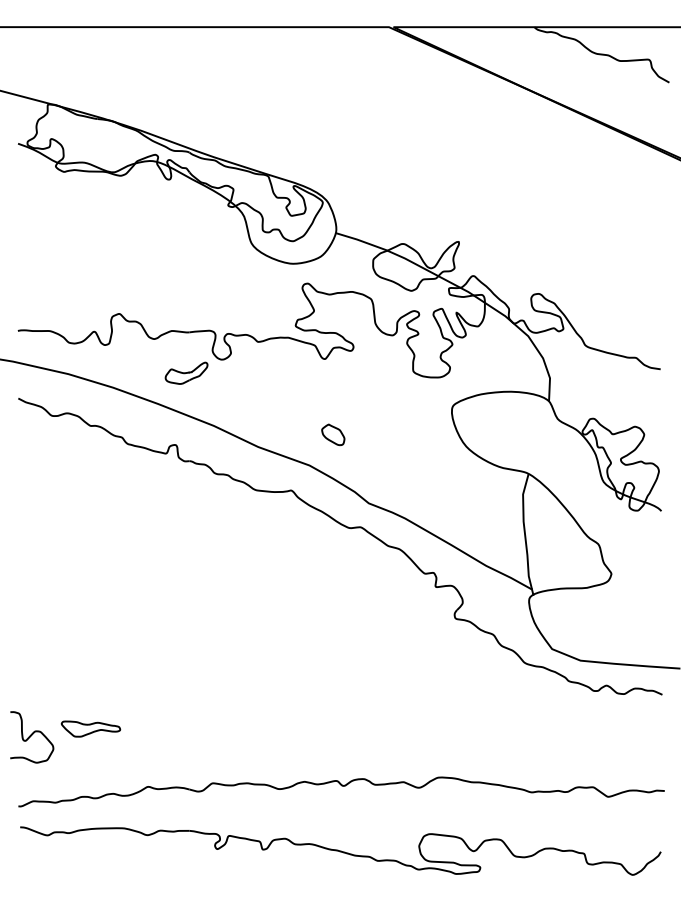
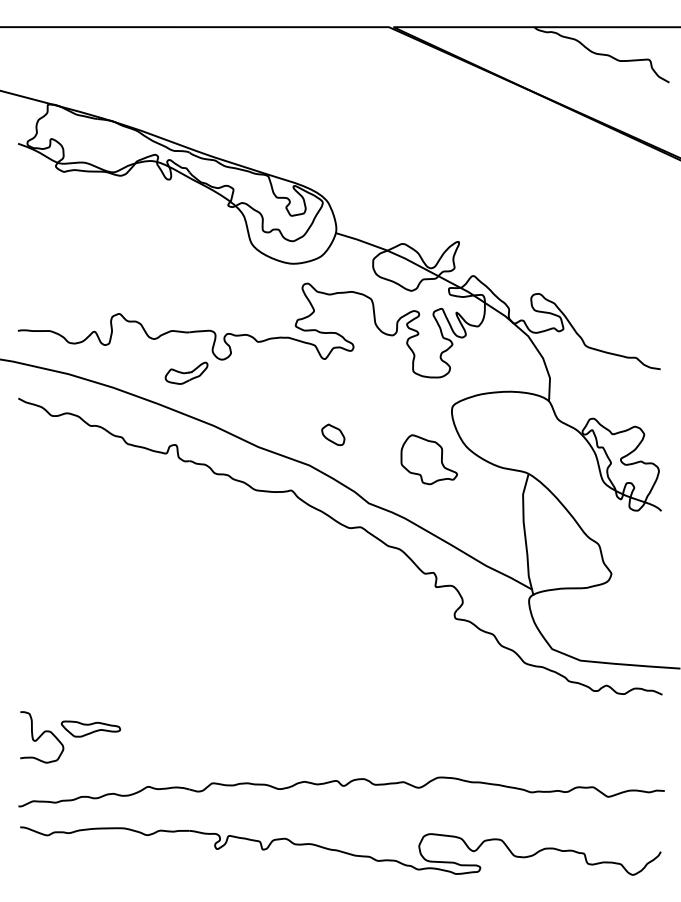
part at (428, 459): none -> present
curve at (31, 736) position: (31, 736) -> (41, 736)
